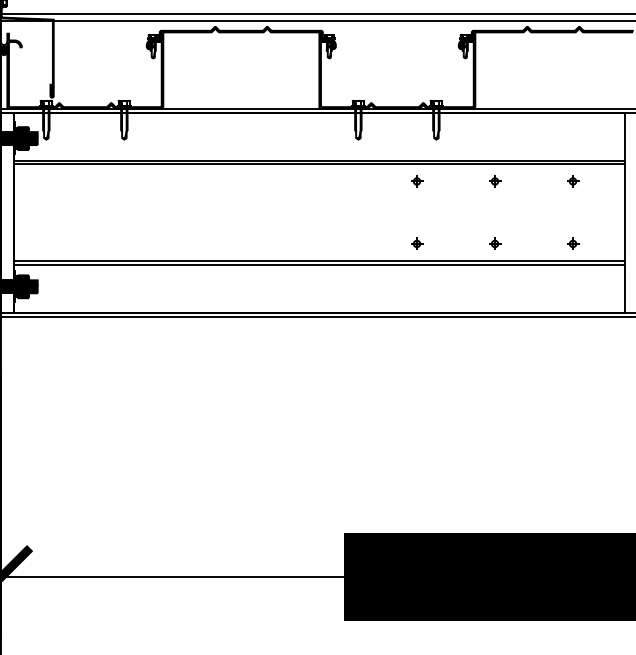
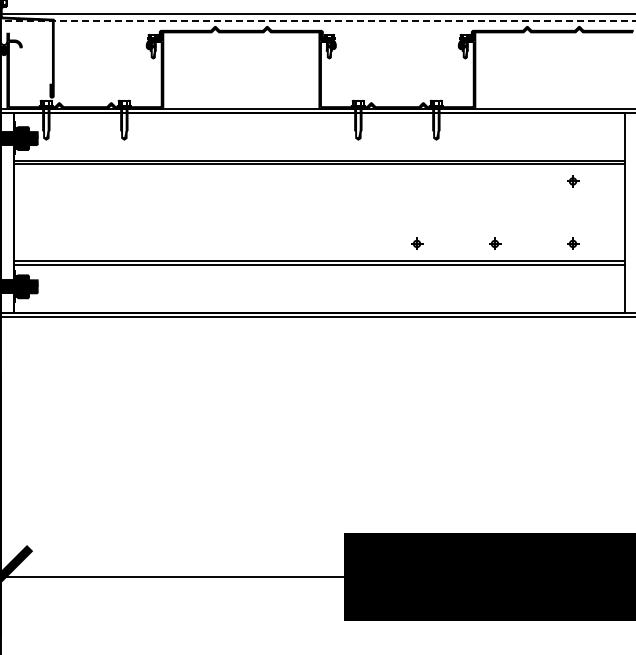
line at (317, 20): solid -> dashed
part at (417, 181): present -> none
part at (495, 181): present -> none
